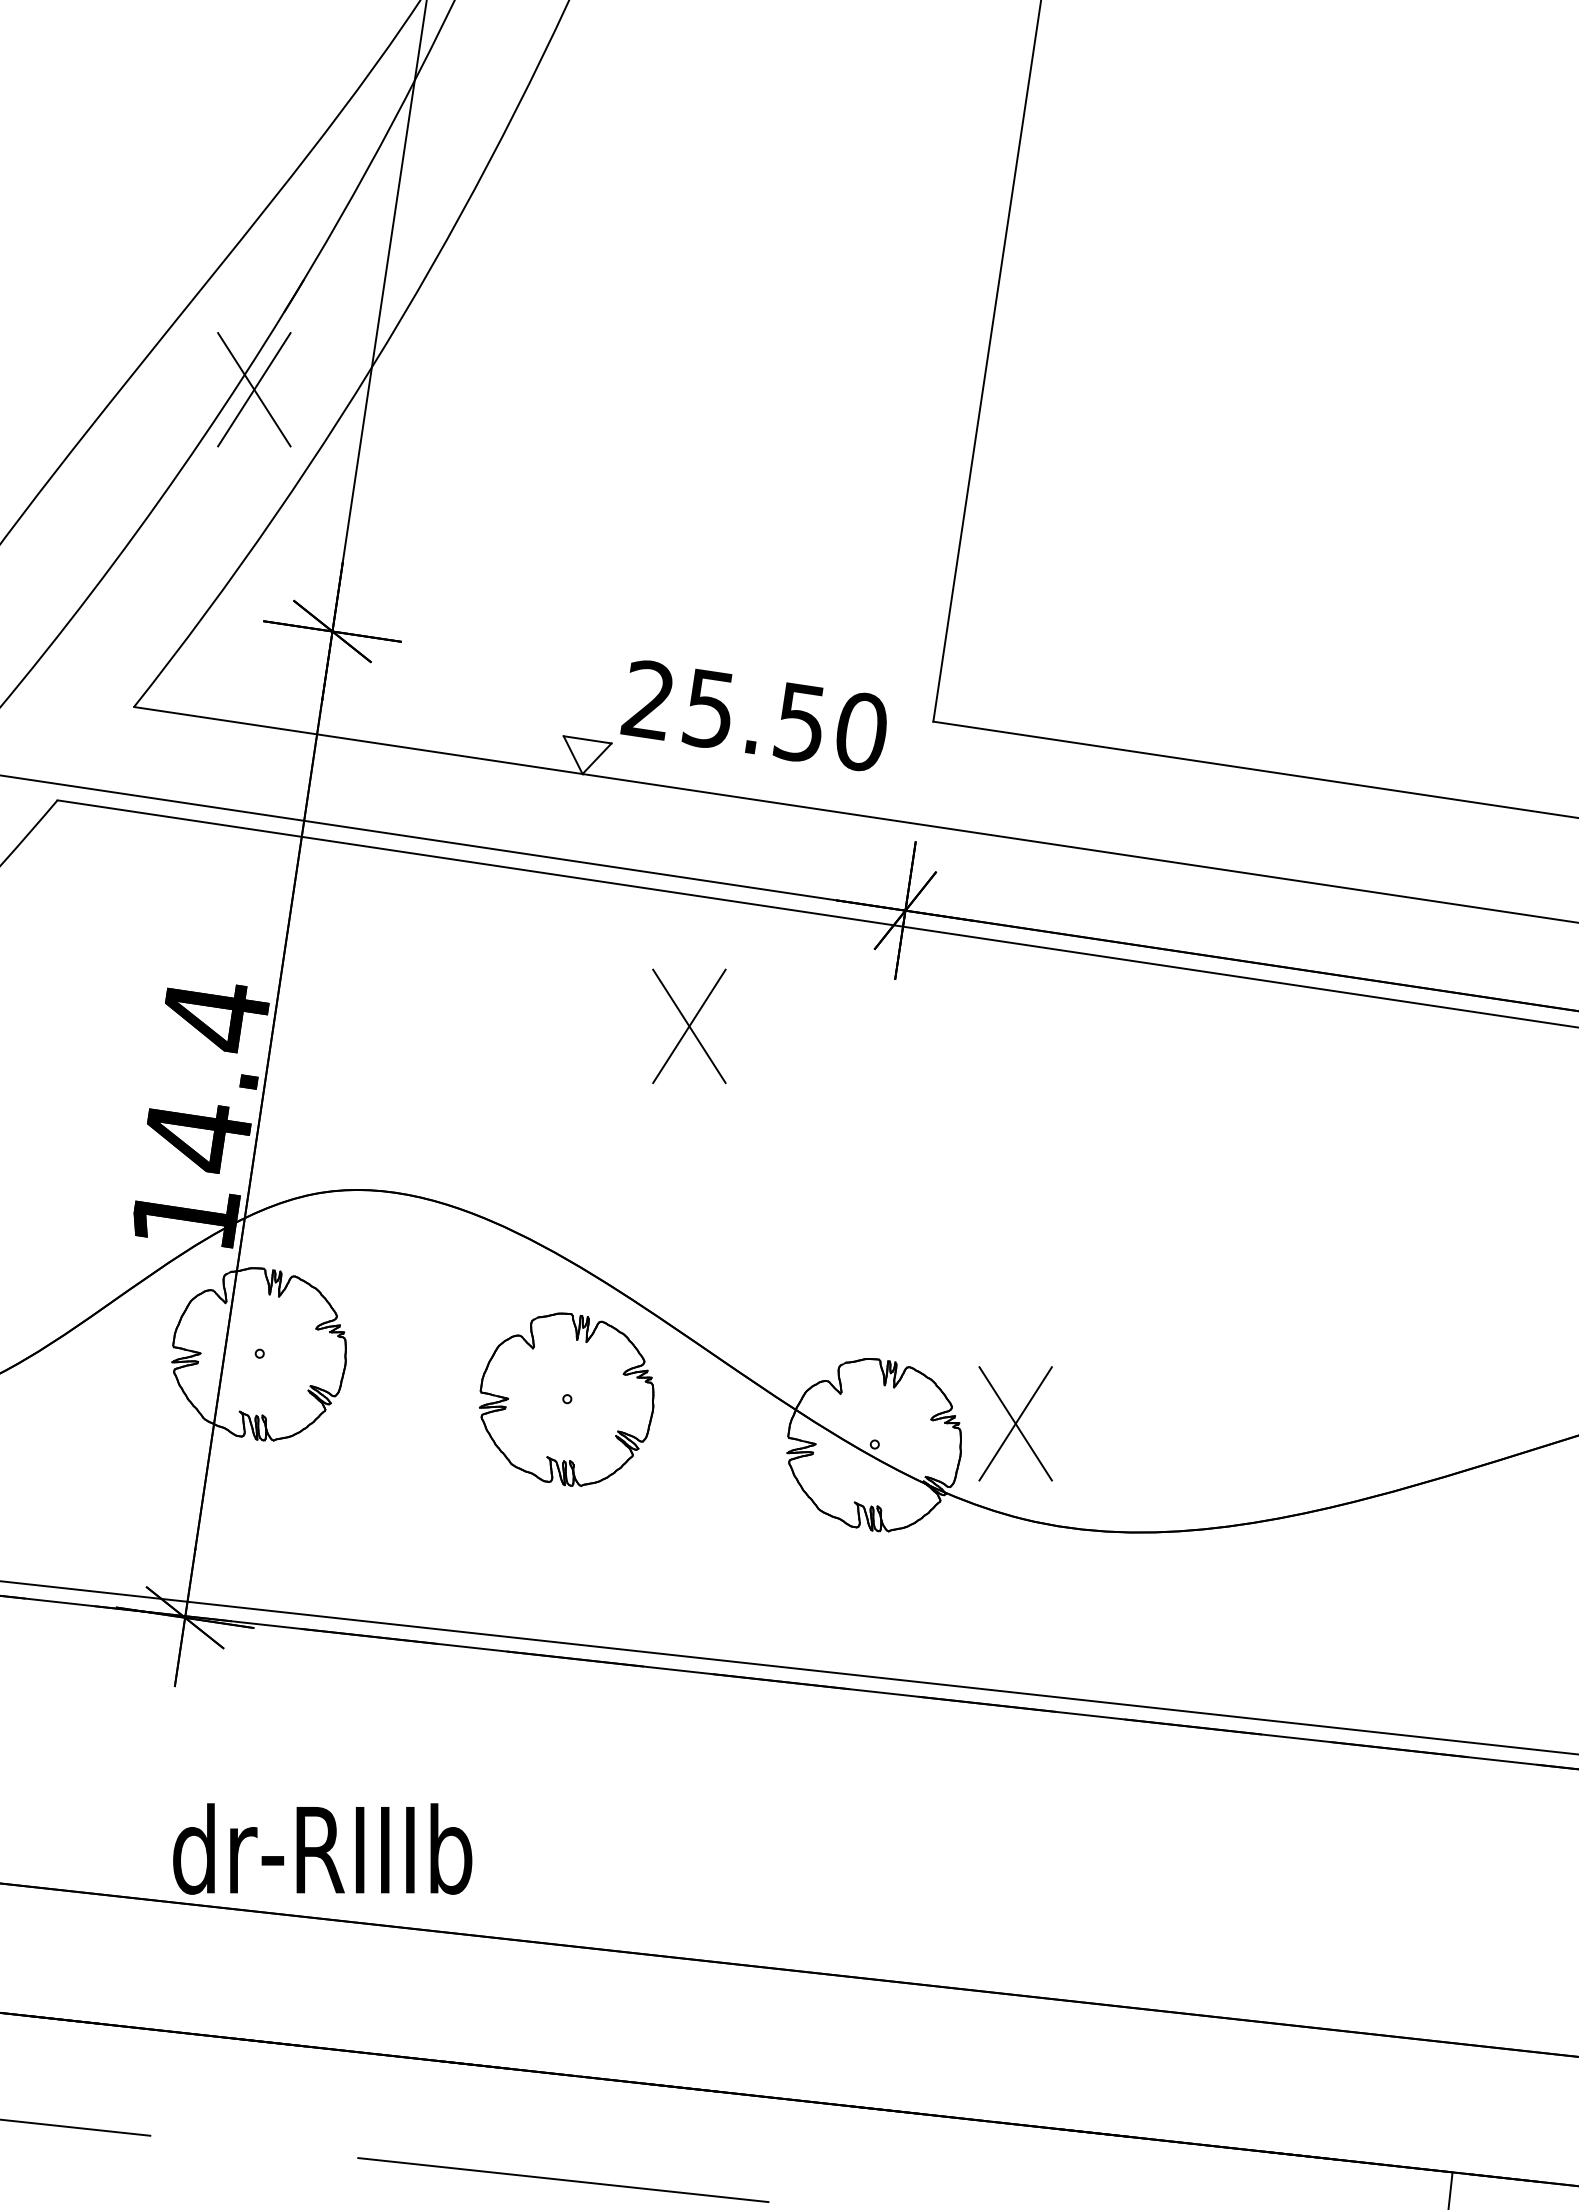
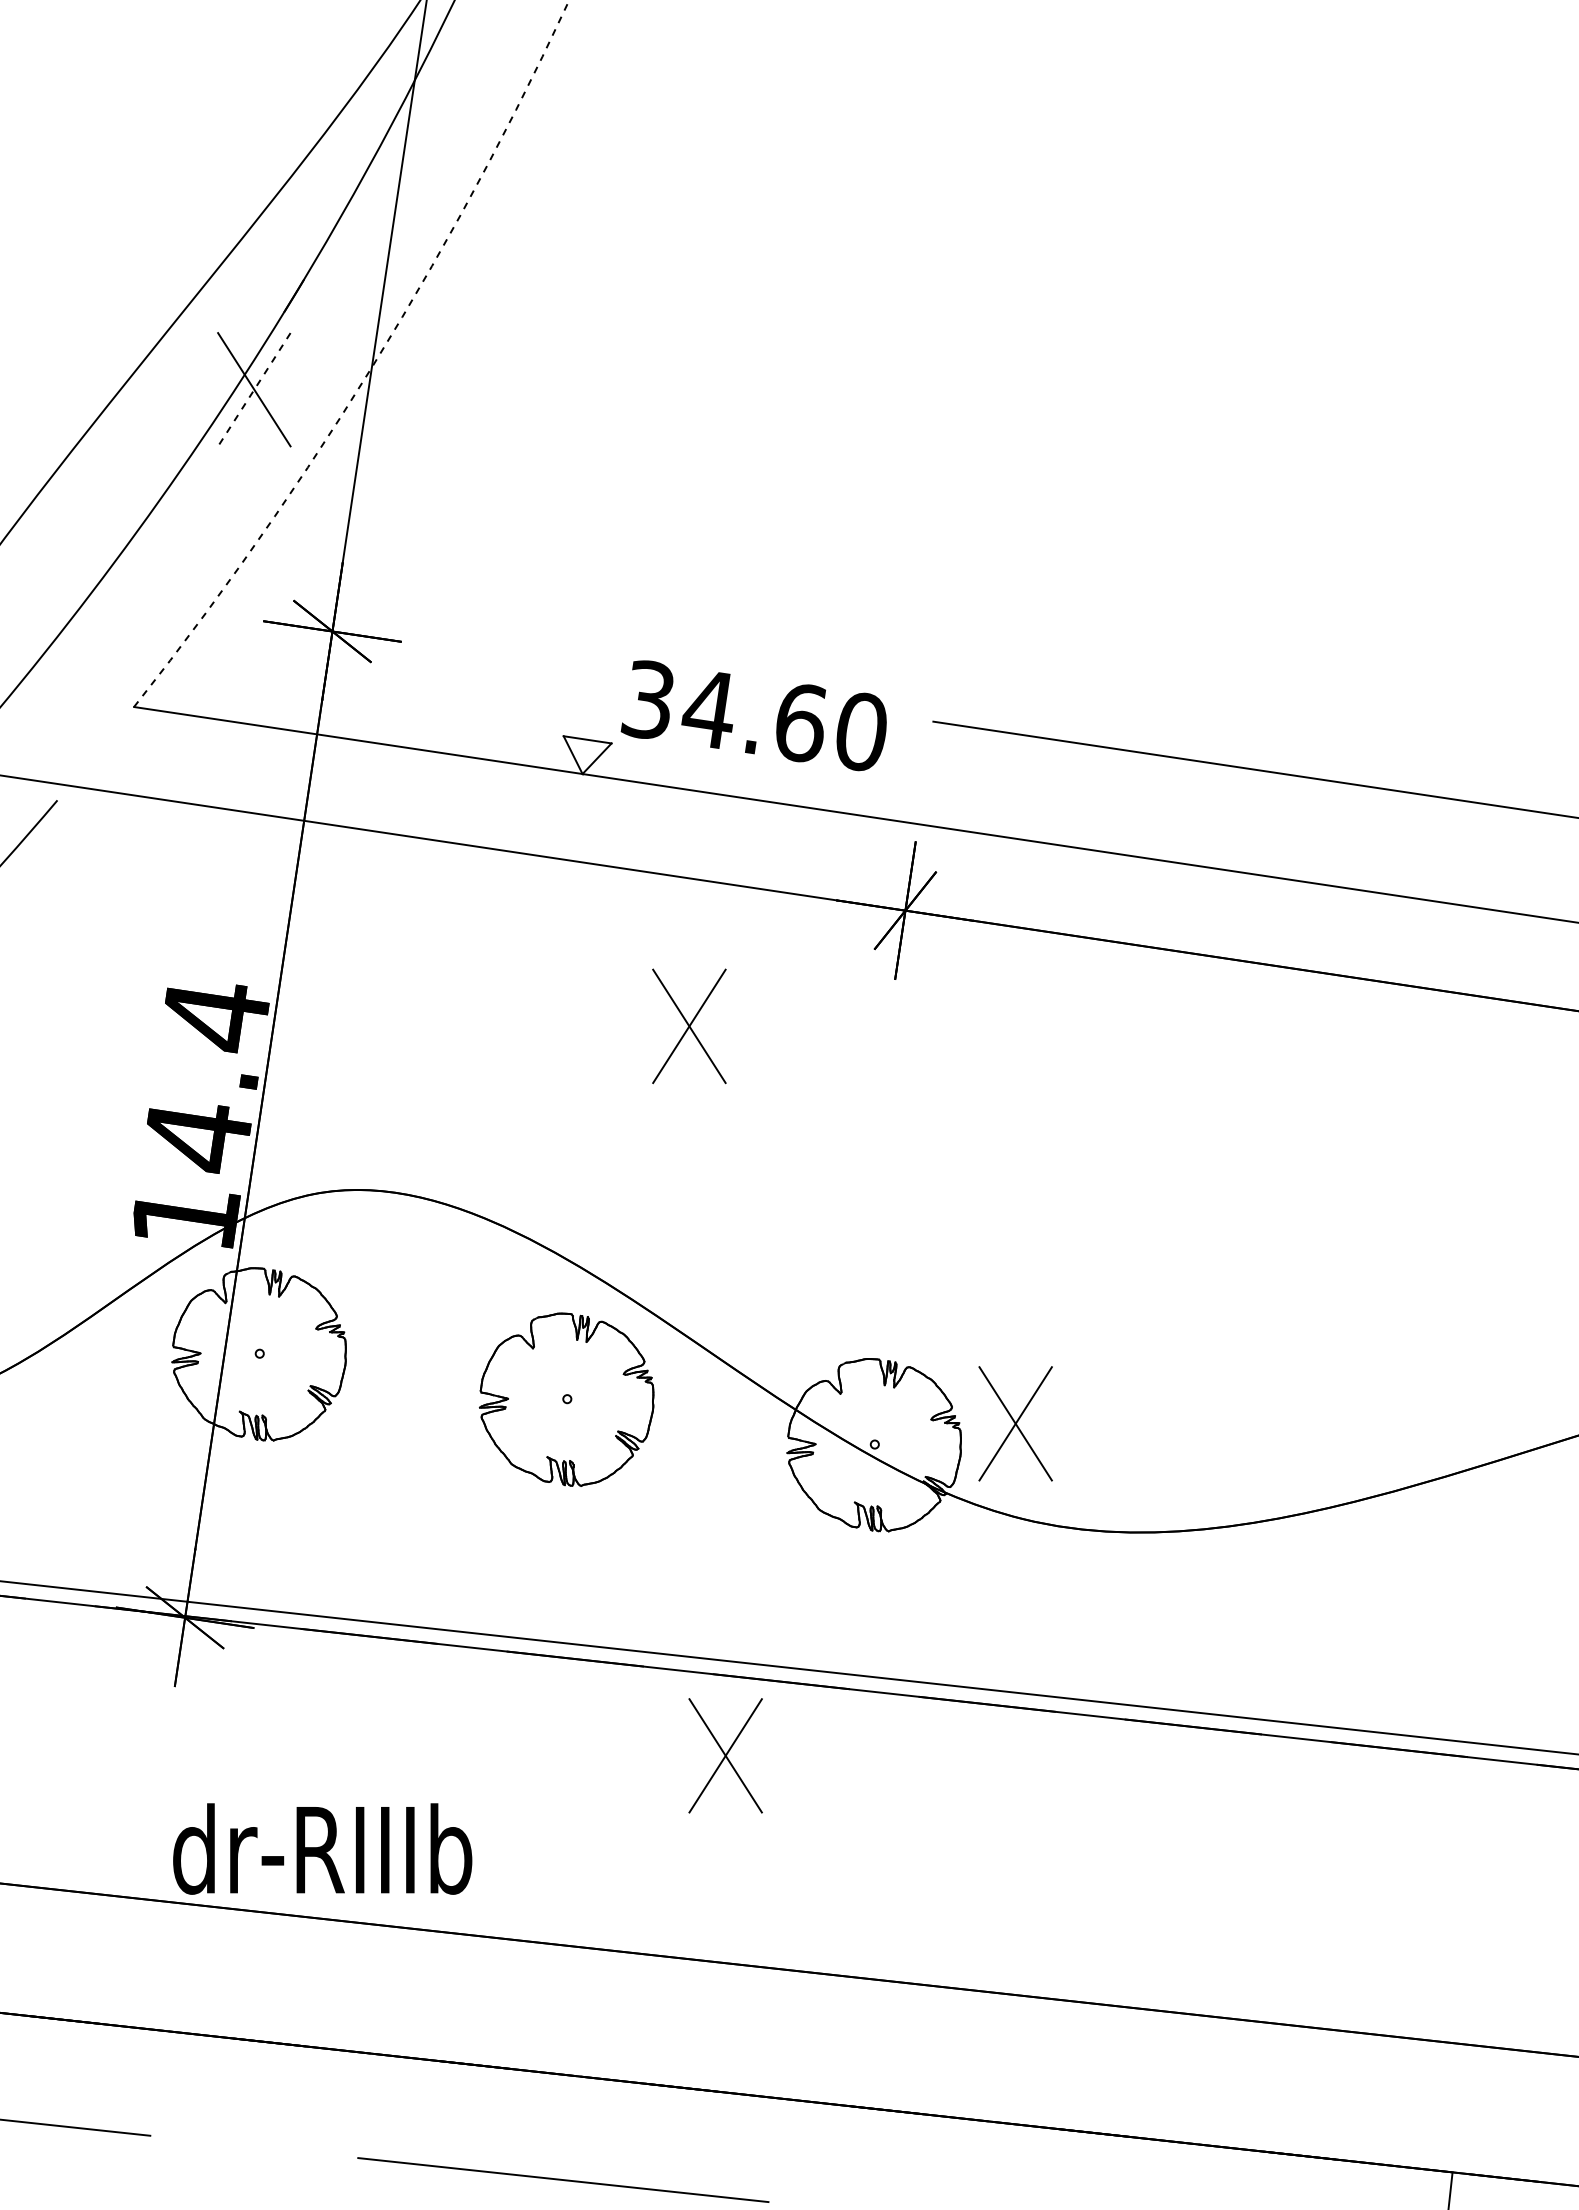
line at (986, 361): present -> none
arc at (372, 366): solid -> dashed
line at (254, 390): solid -> dashed
text at (723, 711): 25.50 -> 34.60
line at (816, 913): present -> none
part at (725, 1755): none -> present
